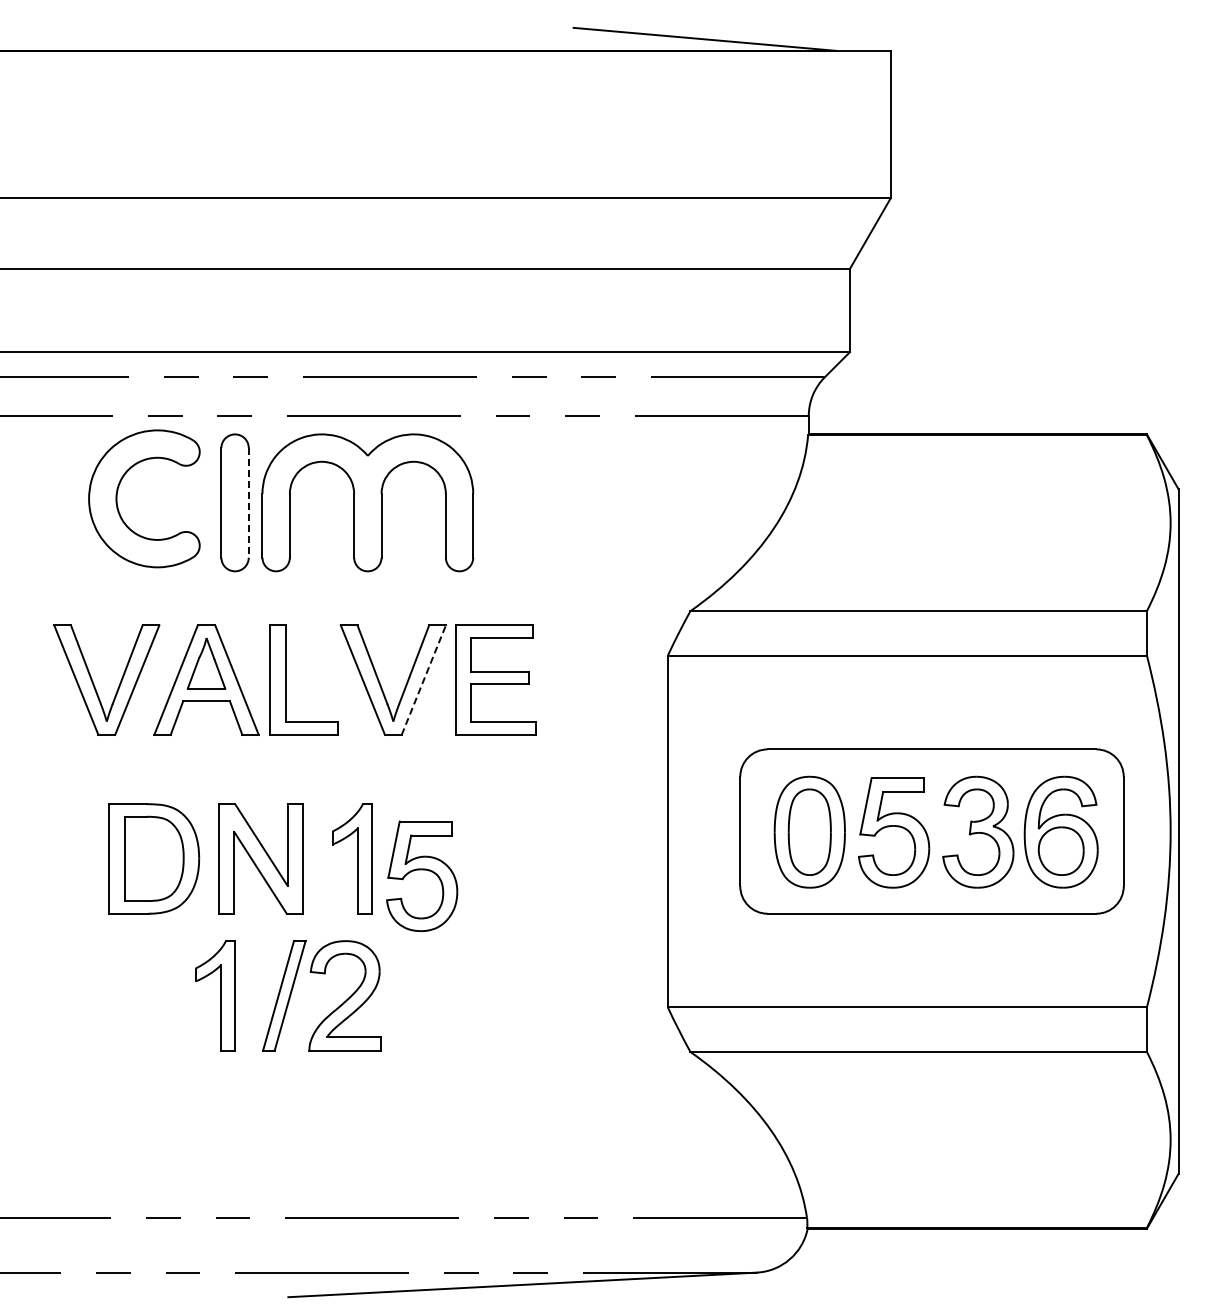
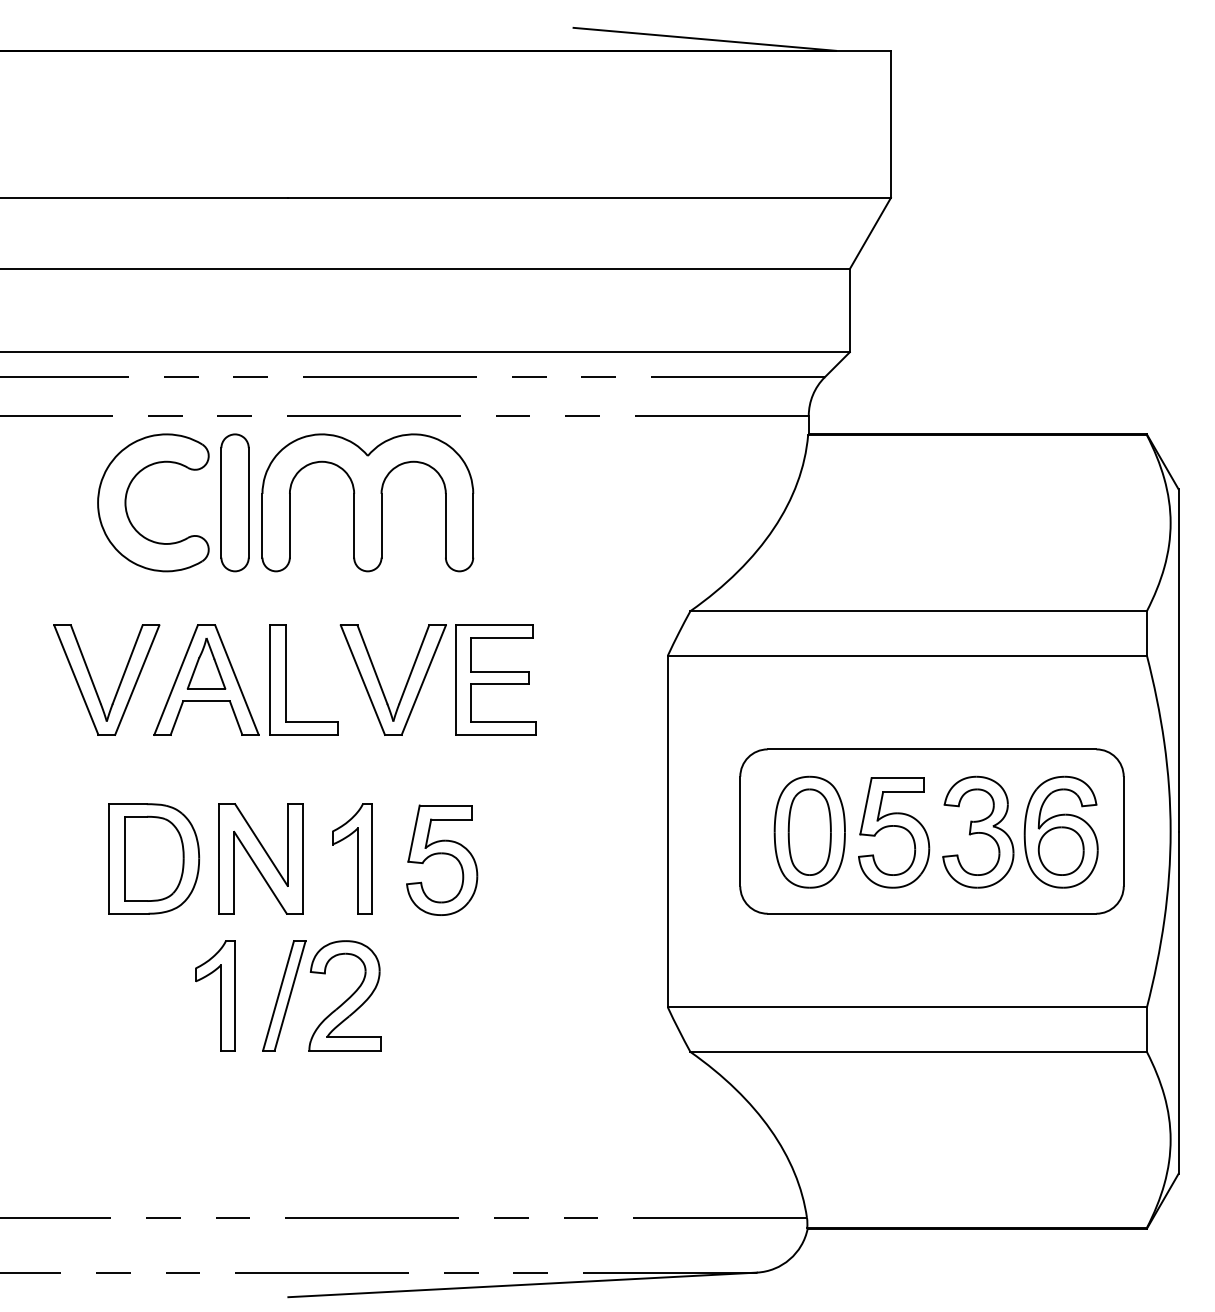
part at (118, 491) position: (118, 491) -> (127, 495)
line at (248, 502): dashed -> solid
line at (424, 679): dashed -> solid
part at (422, 875) position: (422, 875) -> (442, 859)
